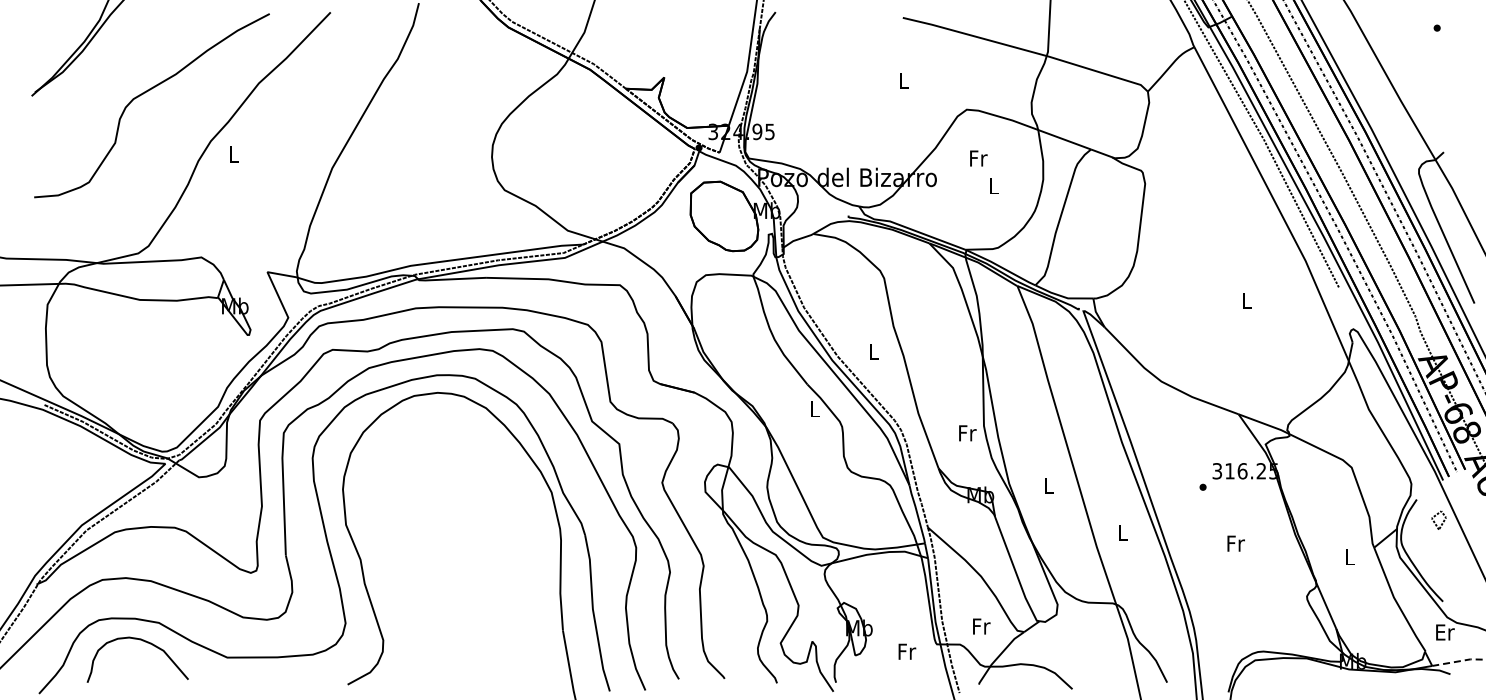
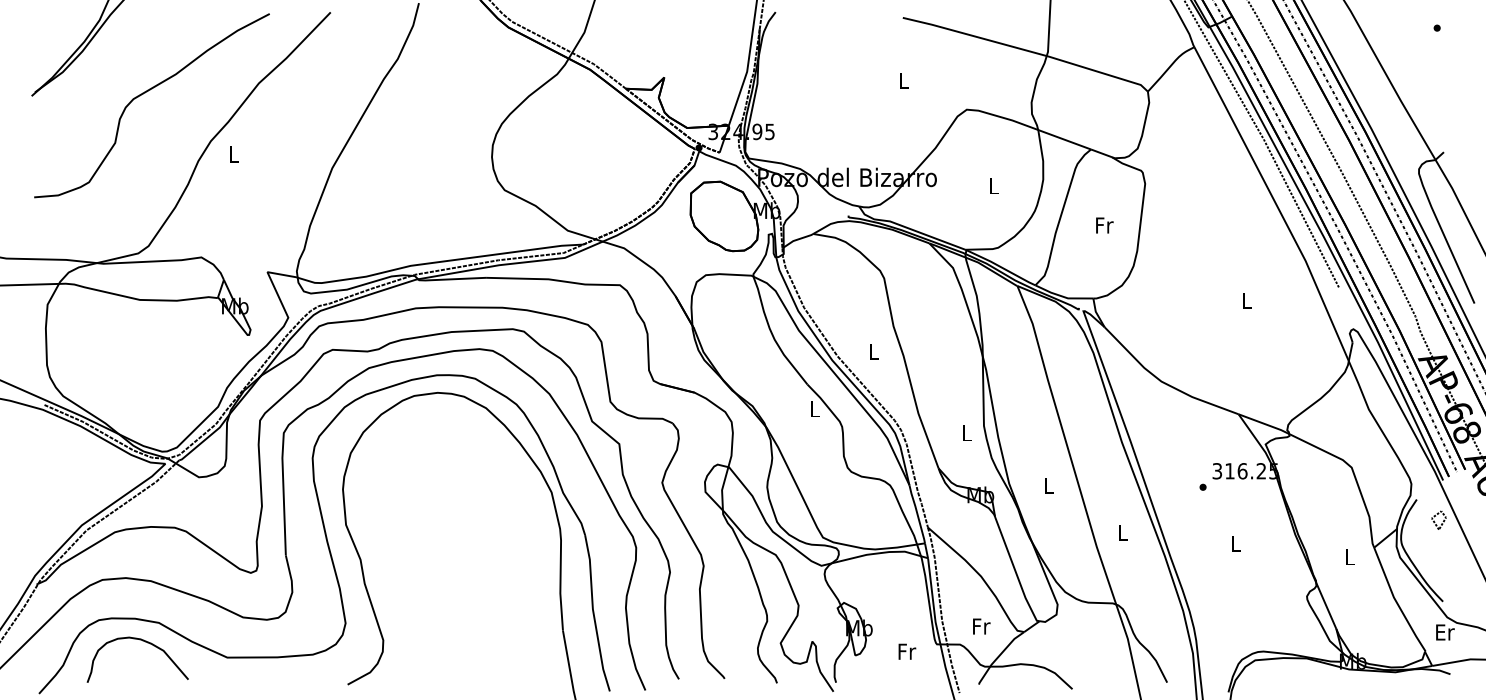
text at (978, 158) position: (978, 158) -> (1104, 225)
text at (967, 433): Fr -> L
text at (1235, 543): Fr -> L
line at (1459, 661): dashed -> solid
